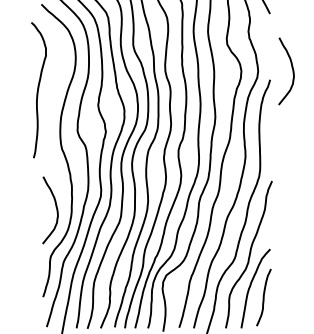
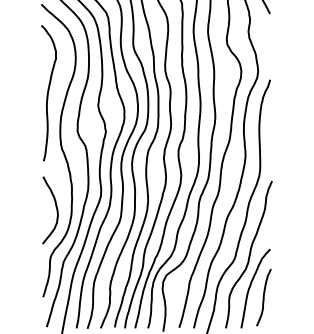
curve at (291, 68): present -> none
curve at (38, 90) position: (38, 90) -> (48, 93)
